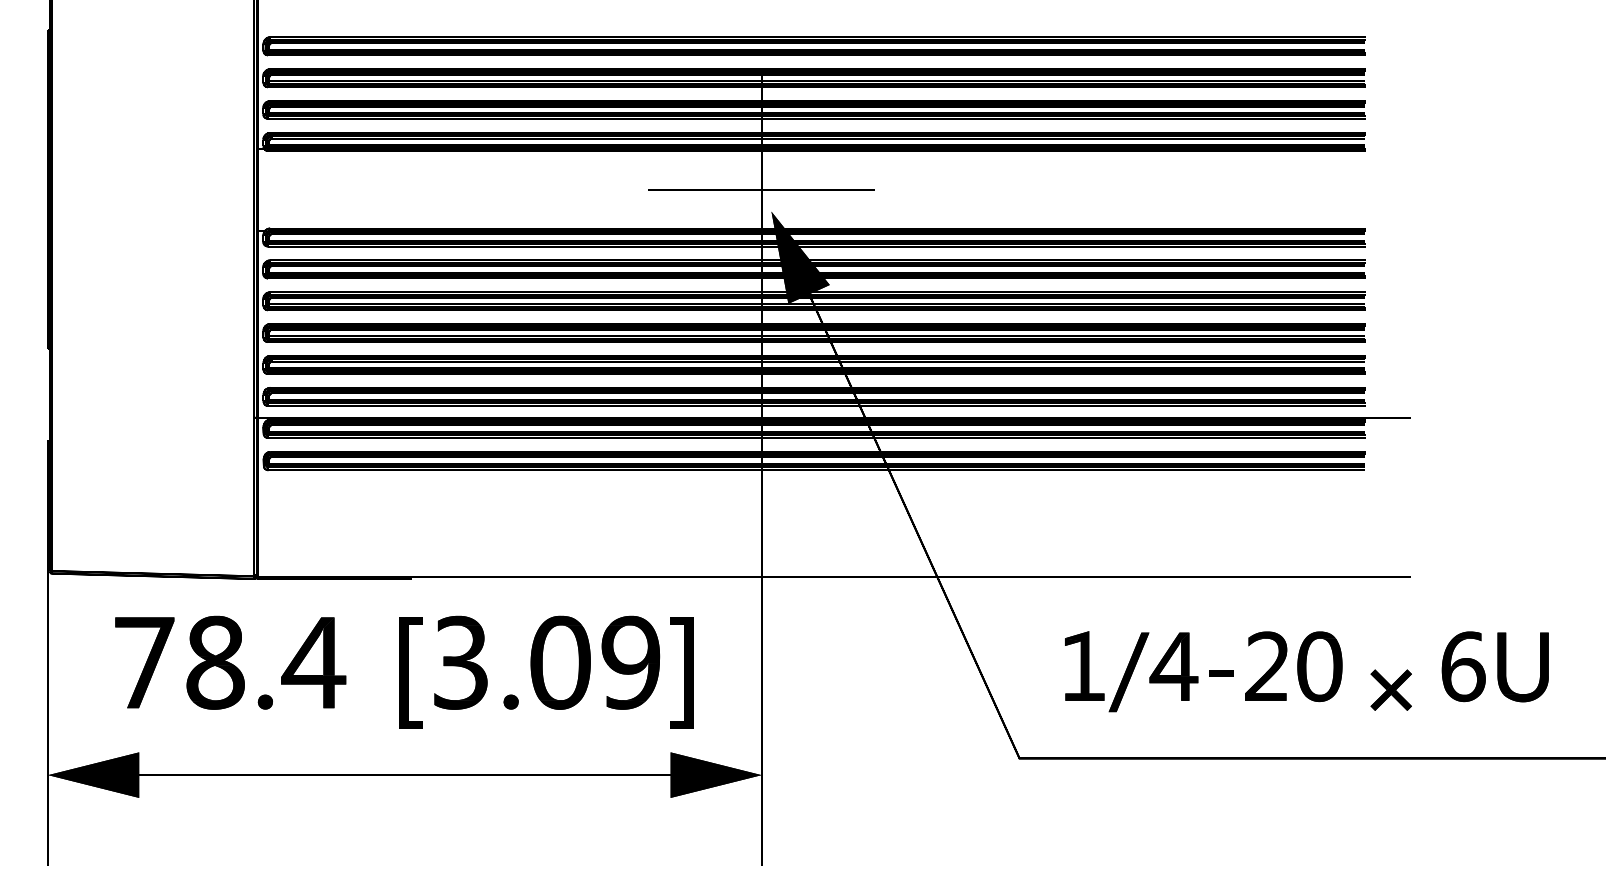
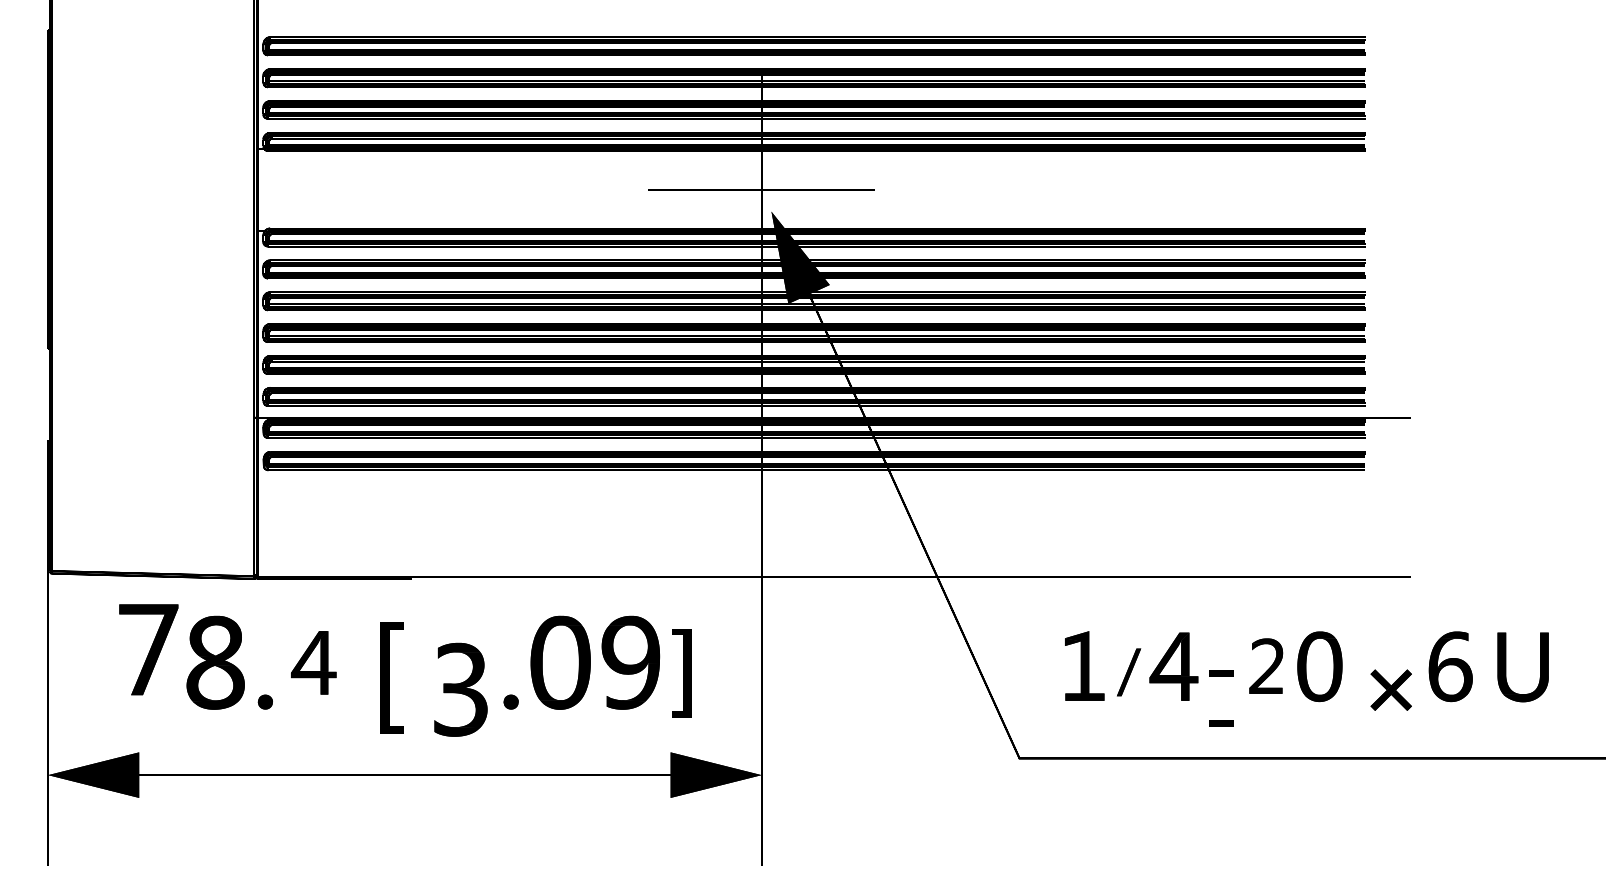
part at (144, 662) position: (144, 662) -> (148, 649)
part at (313, 662) size: 66x92 px -> 46x64 px
part at (460, 662) position: (460, 662) -> (460, 689)
part at (1266, 665) size: 43x70 px -> 35x56 px
part at (1463, 666) position: (1463, 666) -> (1450, 666)
part at (410, 672) position: (410, 672) -> (391, 677)
part at (681, 672) size: 24x112 px -> 20x89 px
part at (1128, 672) size: 42x81 px -> 25x49 px
part at (1221, 723): none -> present
